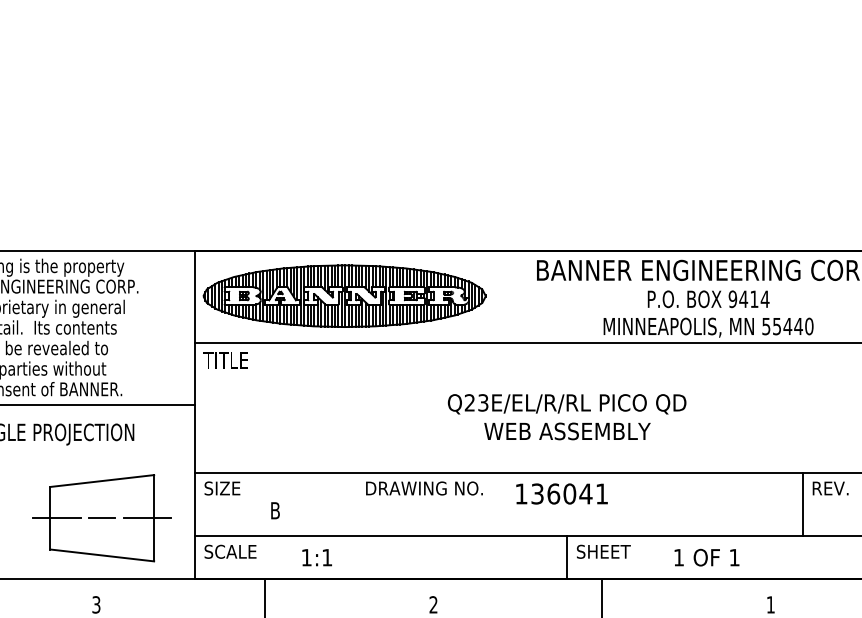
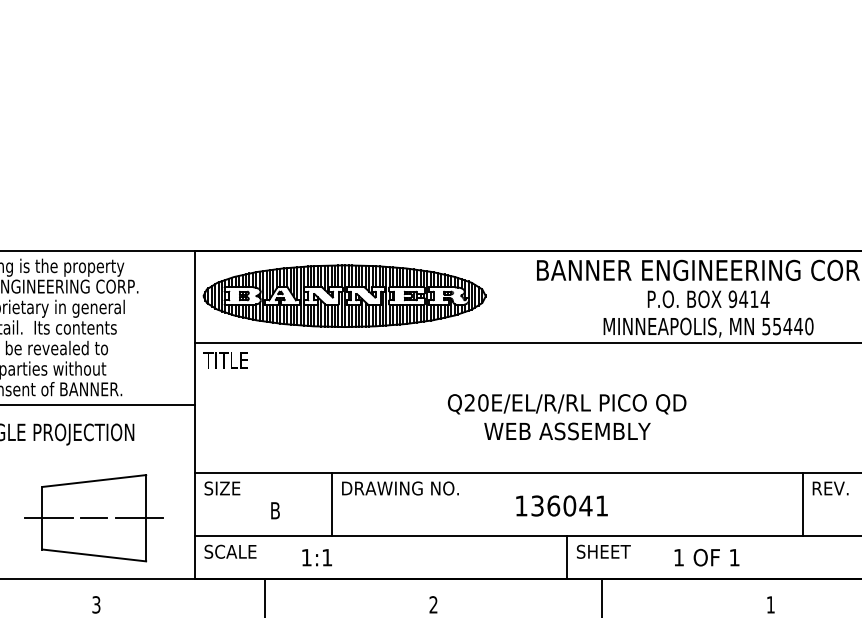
text at (483, 402): Q23E/EL/R/RL -> Q20E/EL/R/RL
text at (424, 488) position: (424, 488) -> (400, 488)
text at (561, 493) position: (561, 493) -> (561, 505)
line at (331, 504): none -> present
part at (101, 518) position: (101, 518) -> (93, 518)
